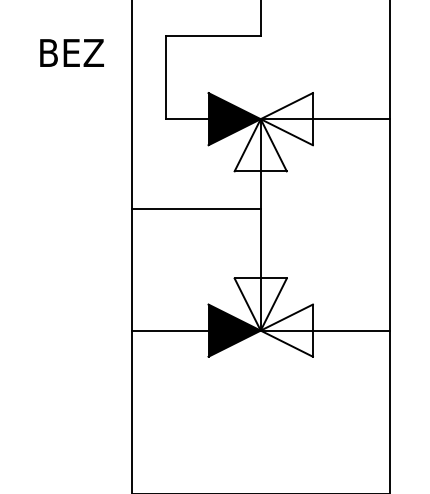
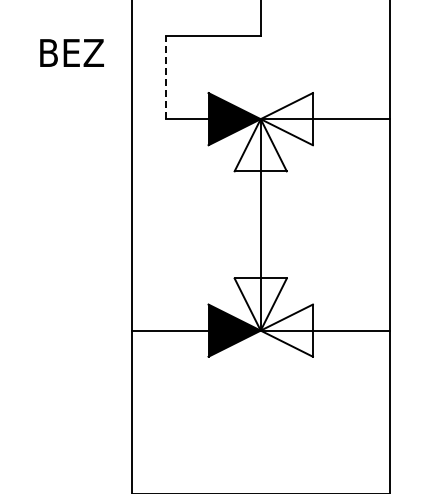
line at (166, 77): solid -> dashed
line at (195, 208): present -> none
